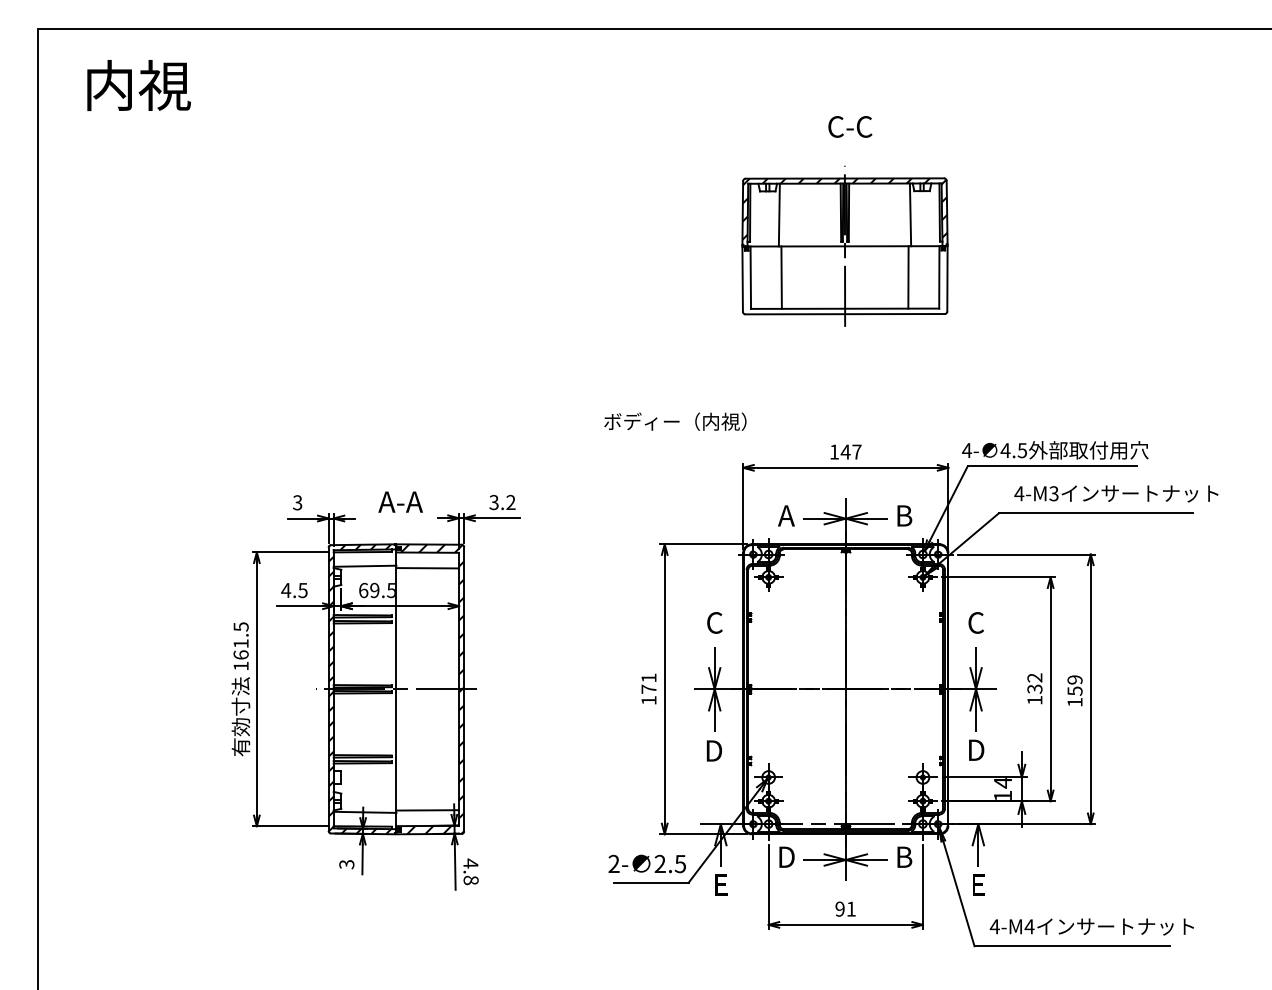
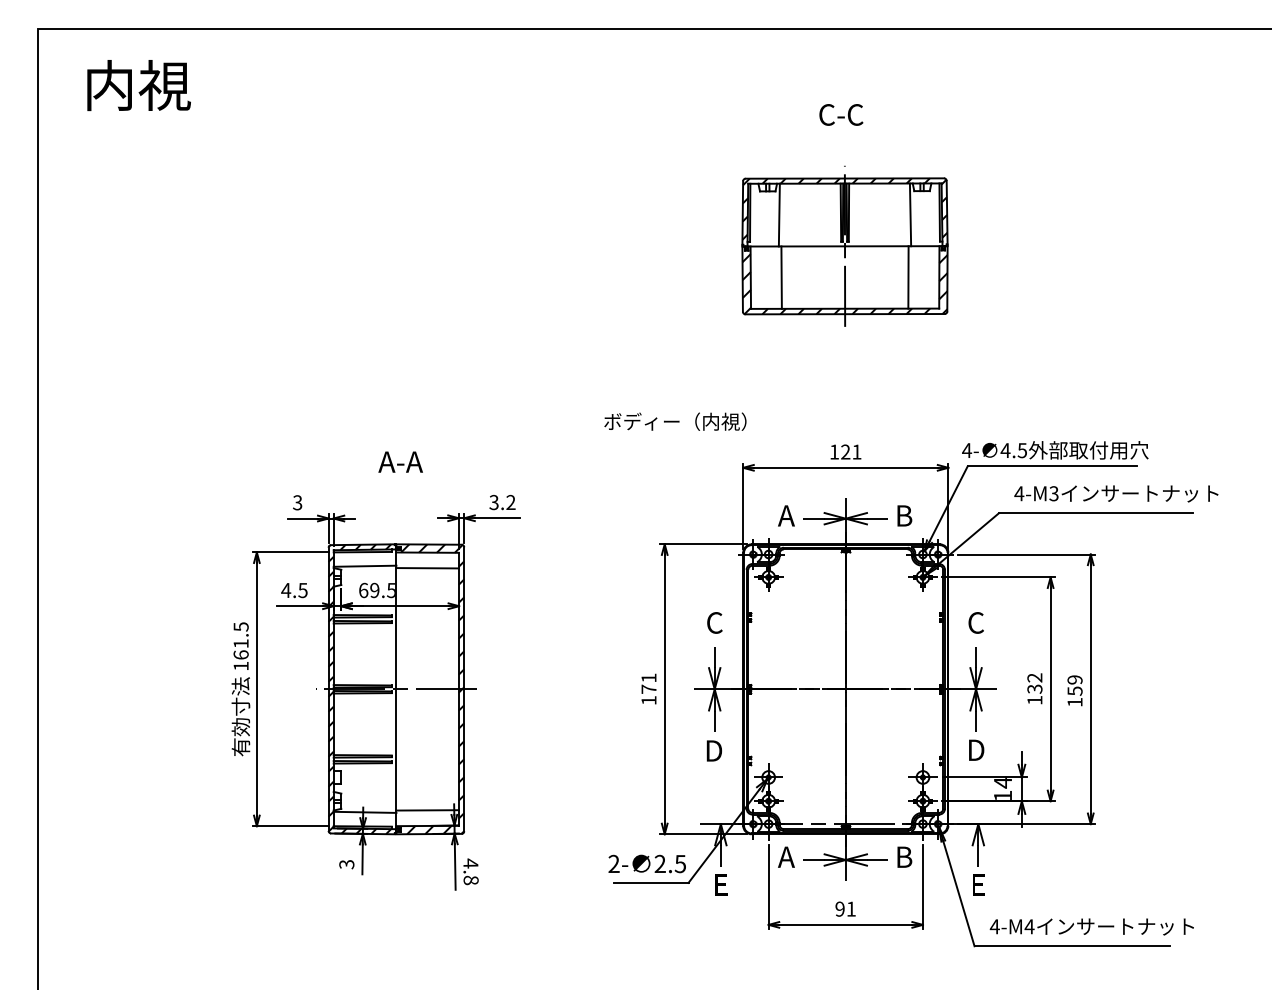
text at (850, 126) position: (850, 126) -> (841, 114)
hatch at (844, 284): none -> present
text at (850, 451): 147 -> 121
text at (400, 501) position: (400, 501) -> (400, 461)
text at (786, 856): D -> A
